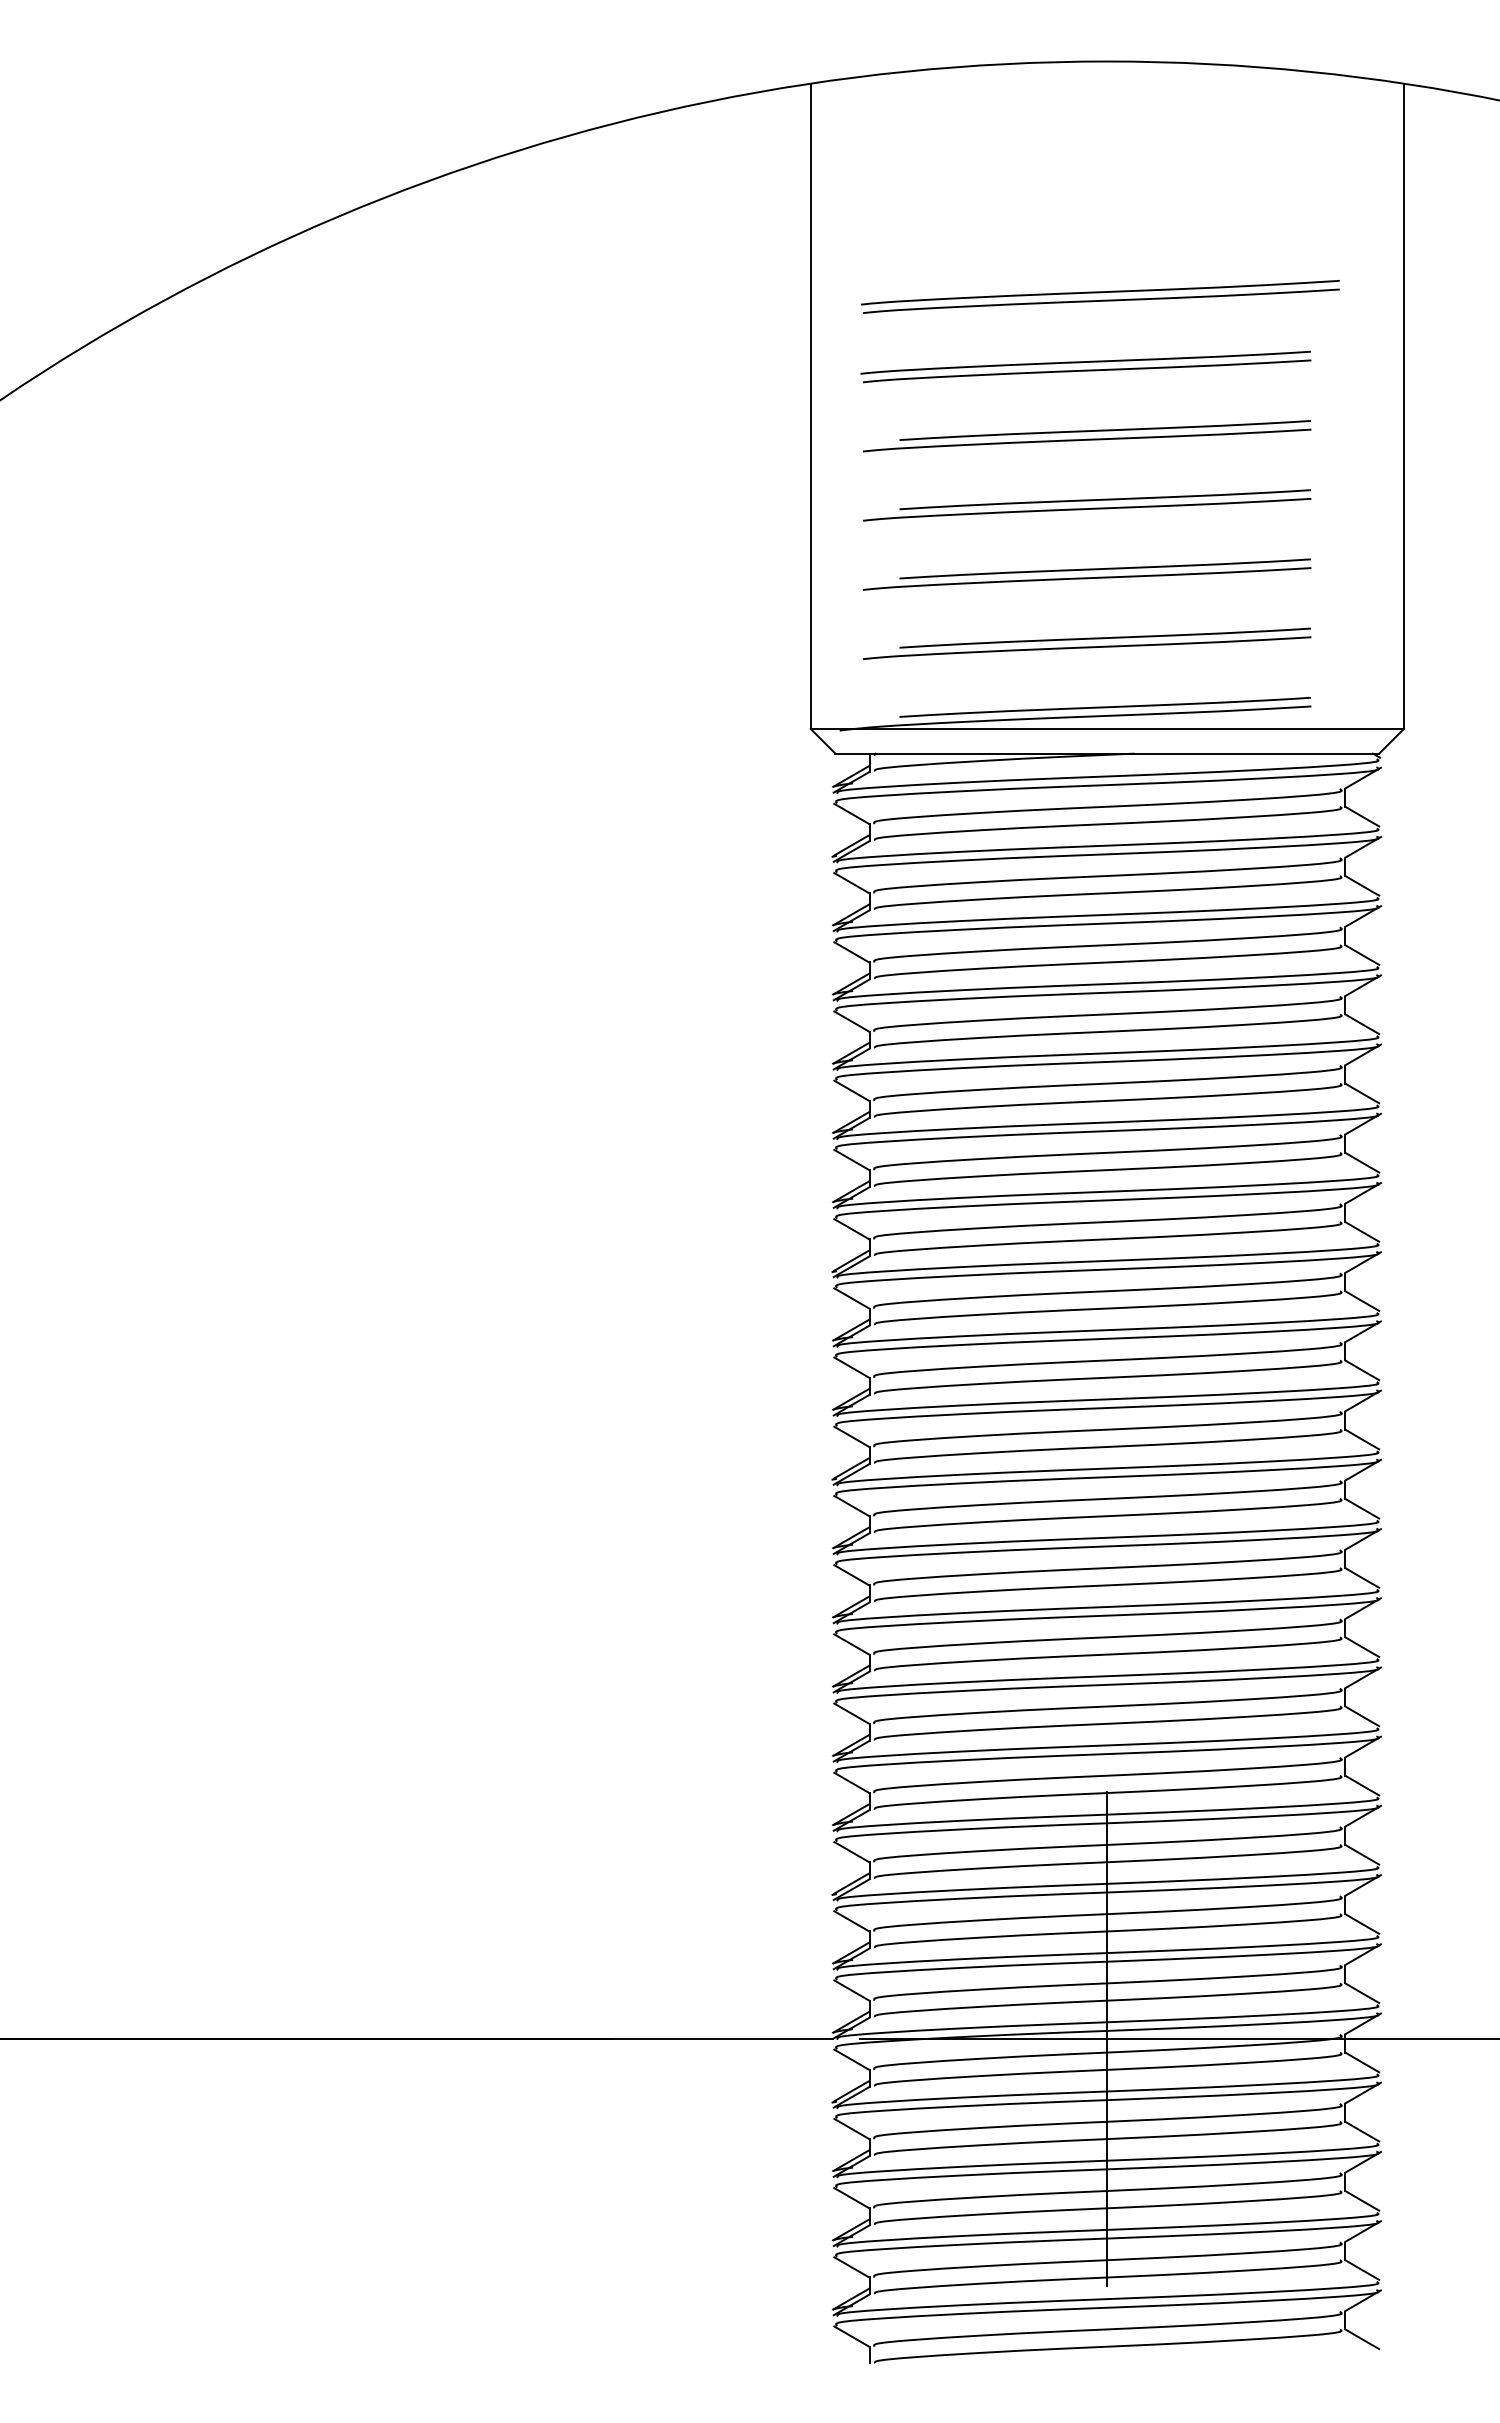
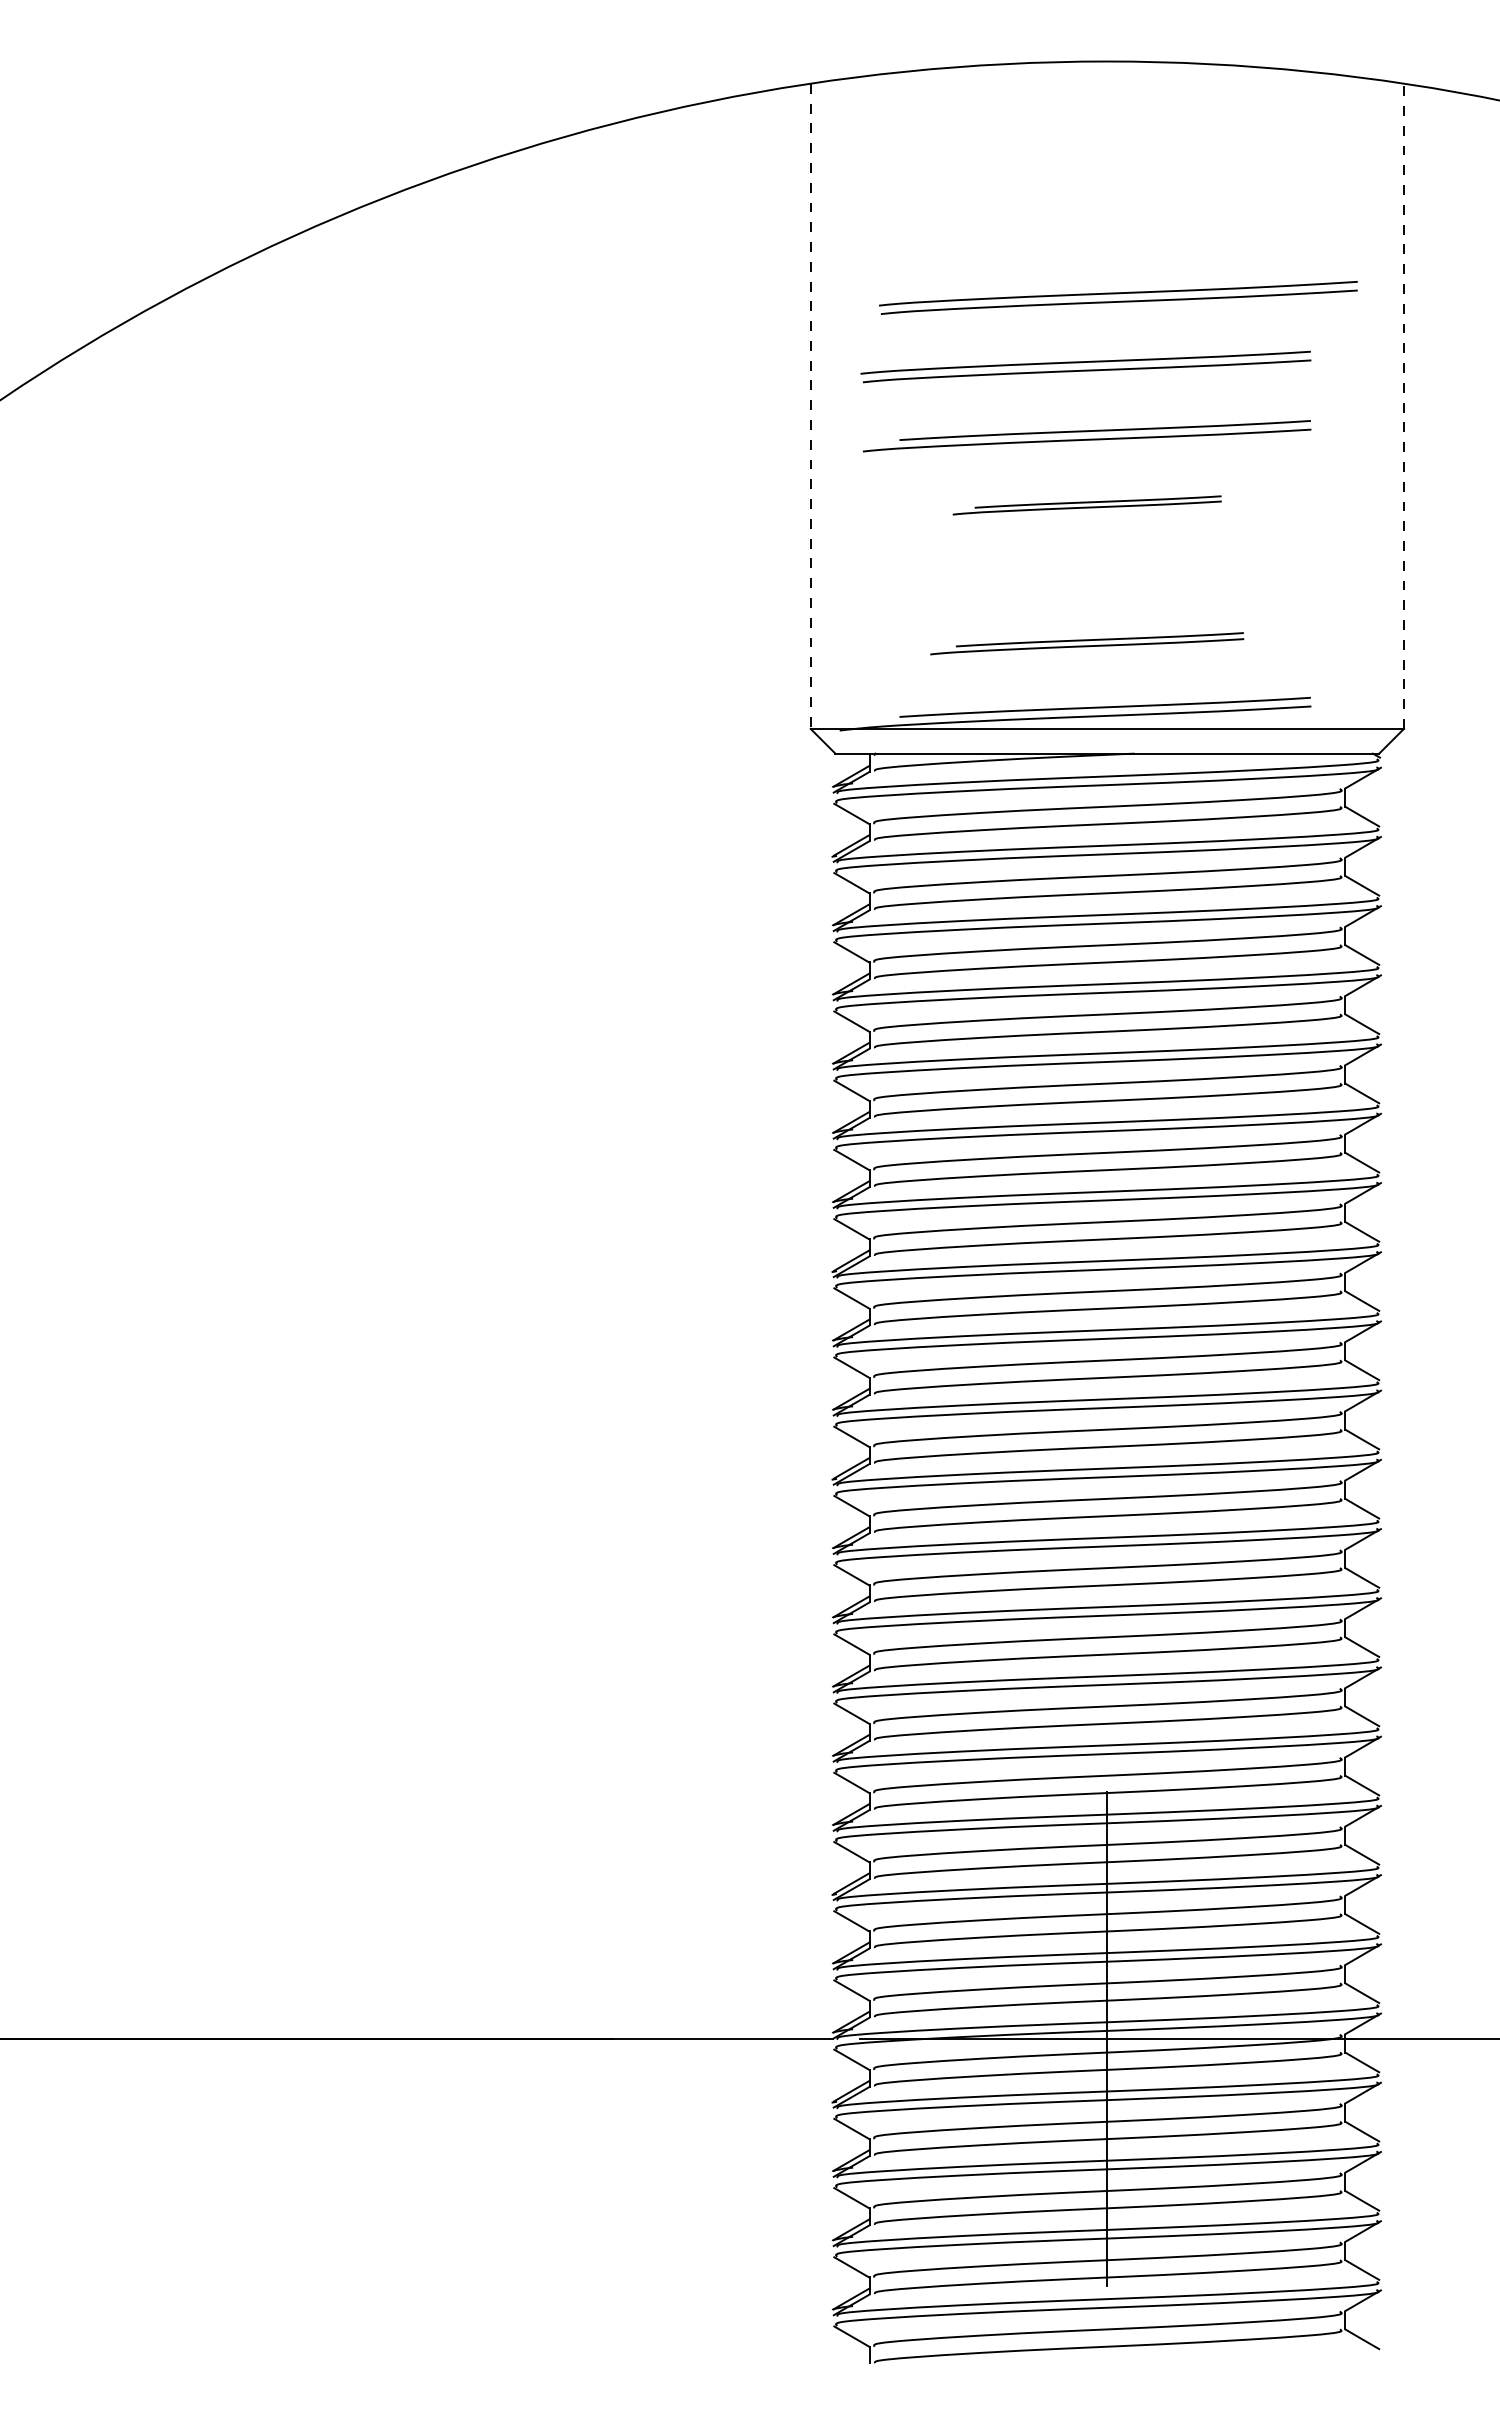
part at (1100, 296) position: (1100, 296) -> (1118, 297)
line at (810, 406): solid -> dashed
line at (1403, 406): solid -> dashed
part at (1087, 505) size: 449x33 px -> 270x21 px
part at (1086, 574): present -> none
part at (1087, 643) size: 449x33 px -> 315x24 px
